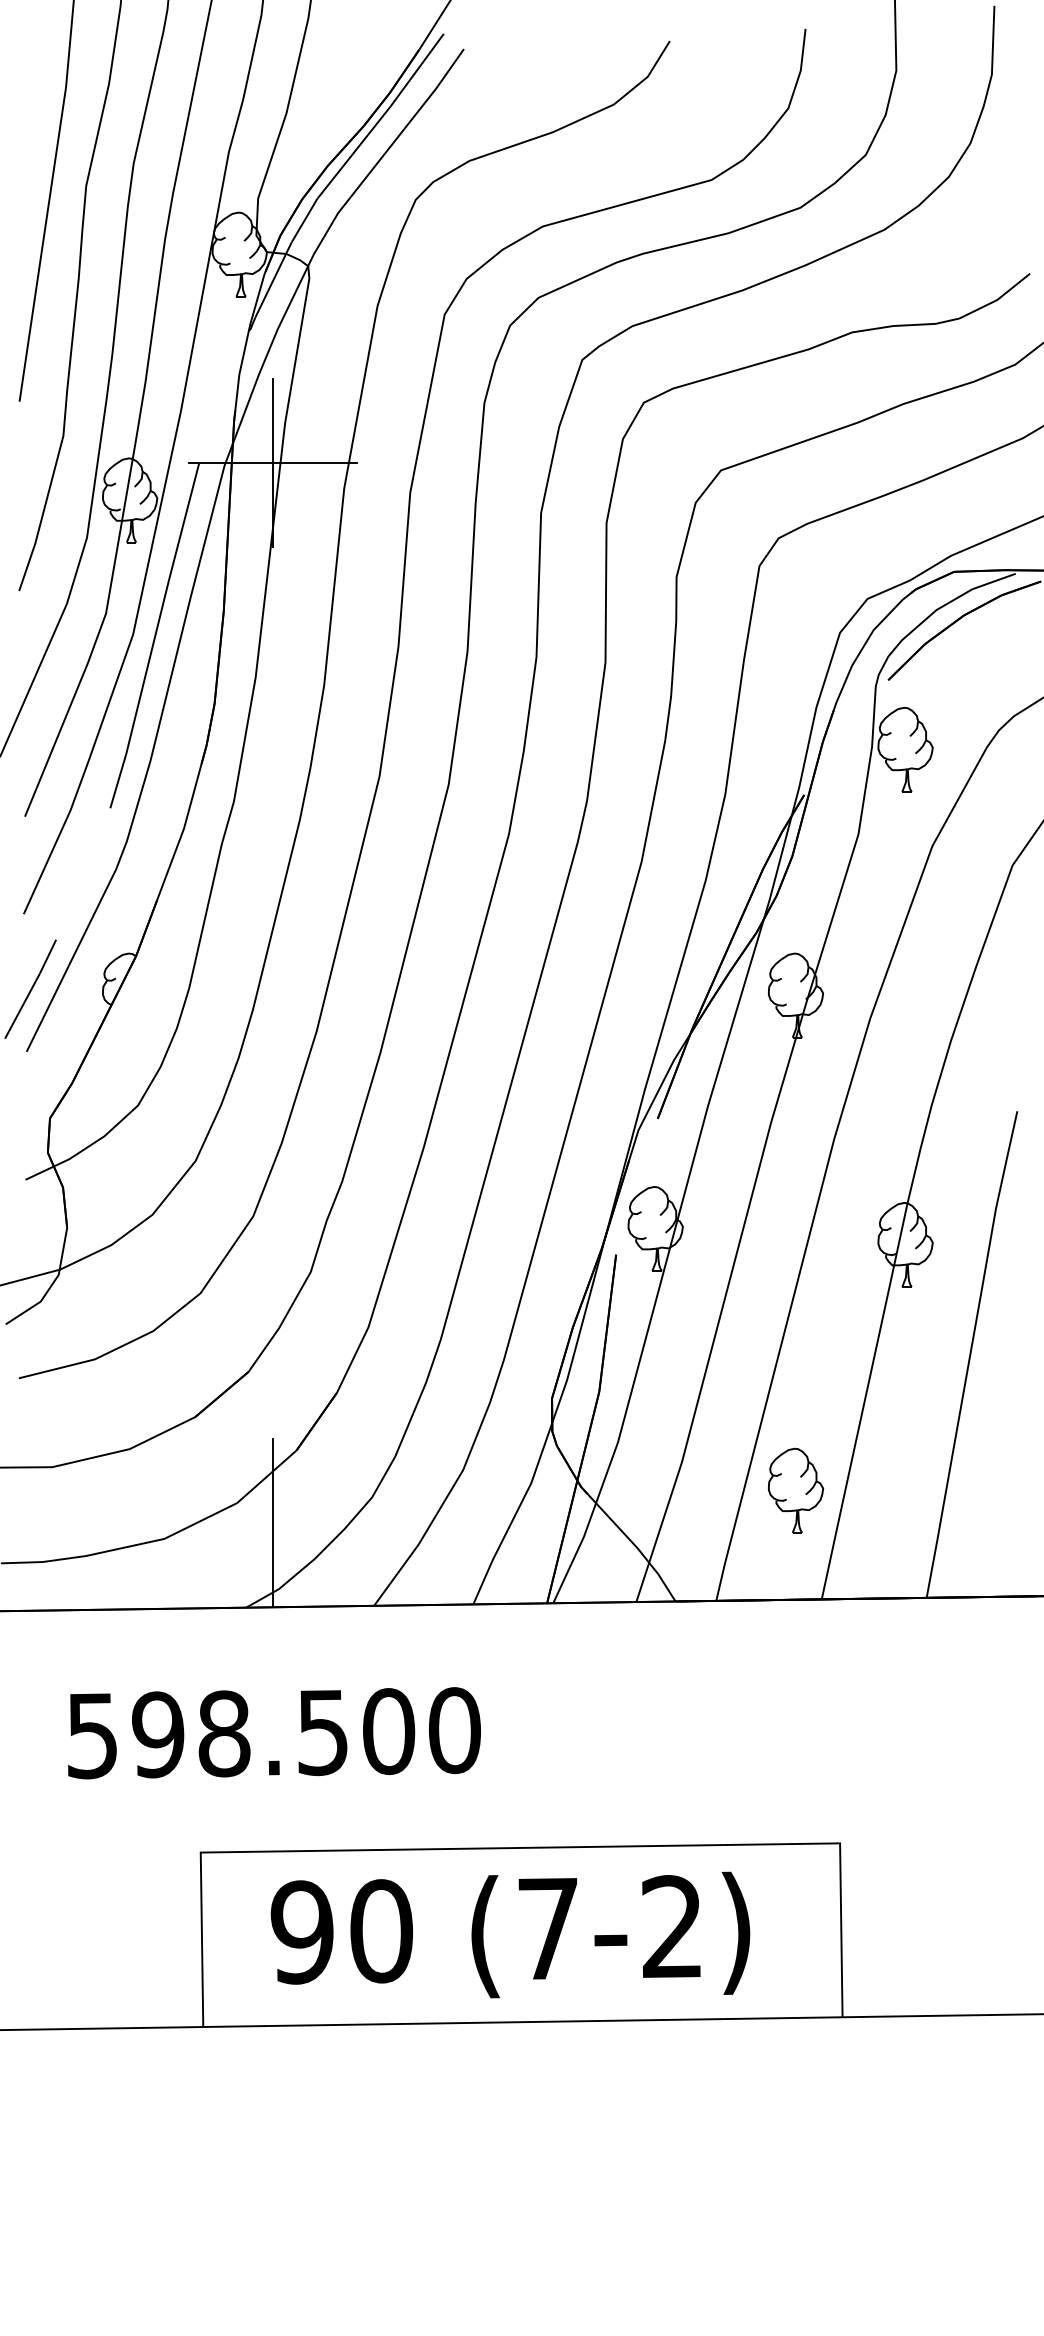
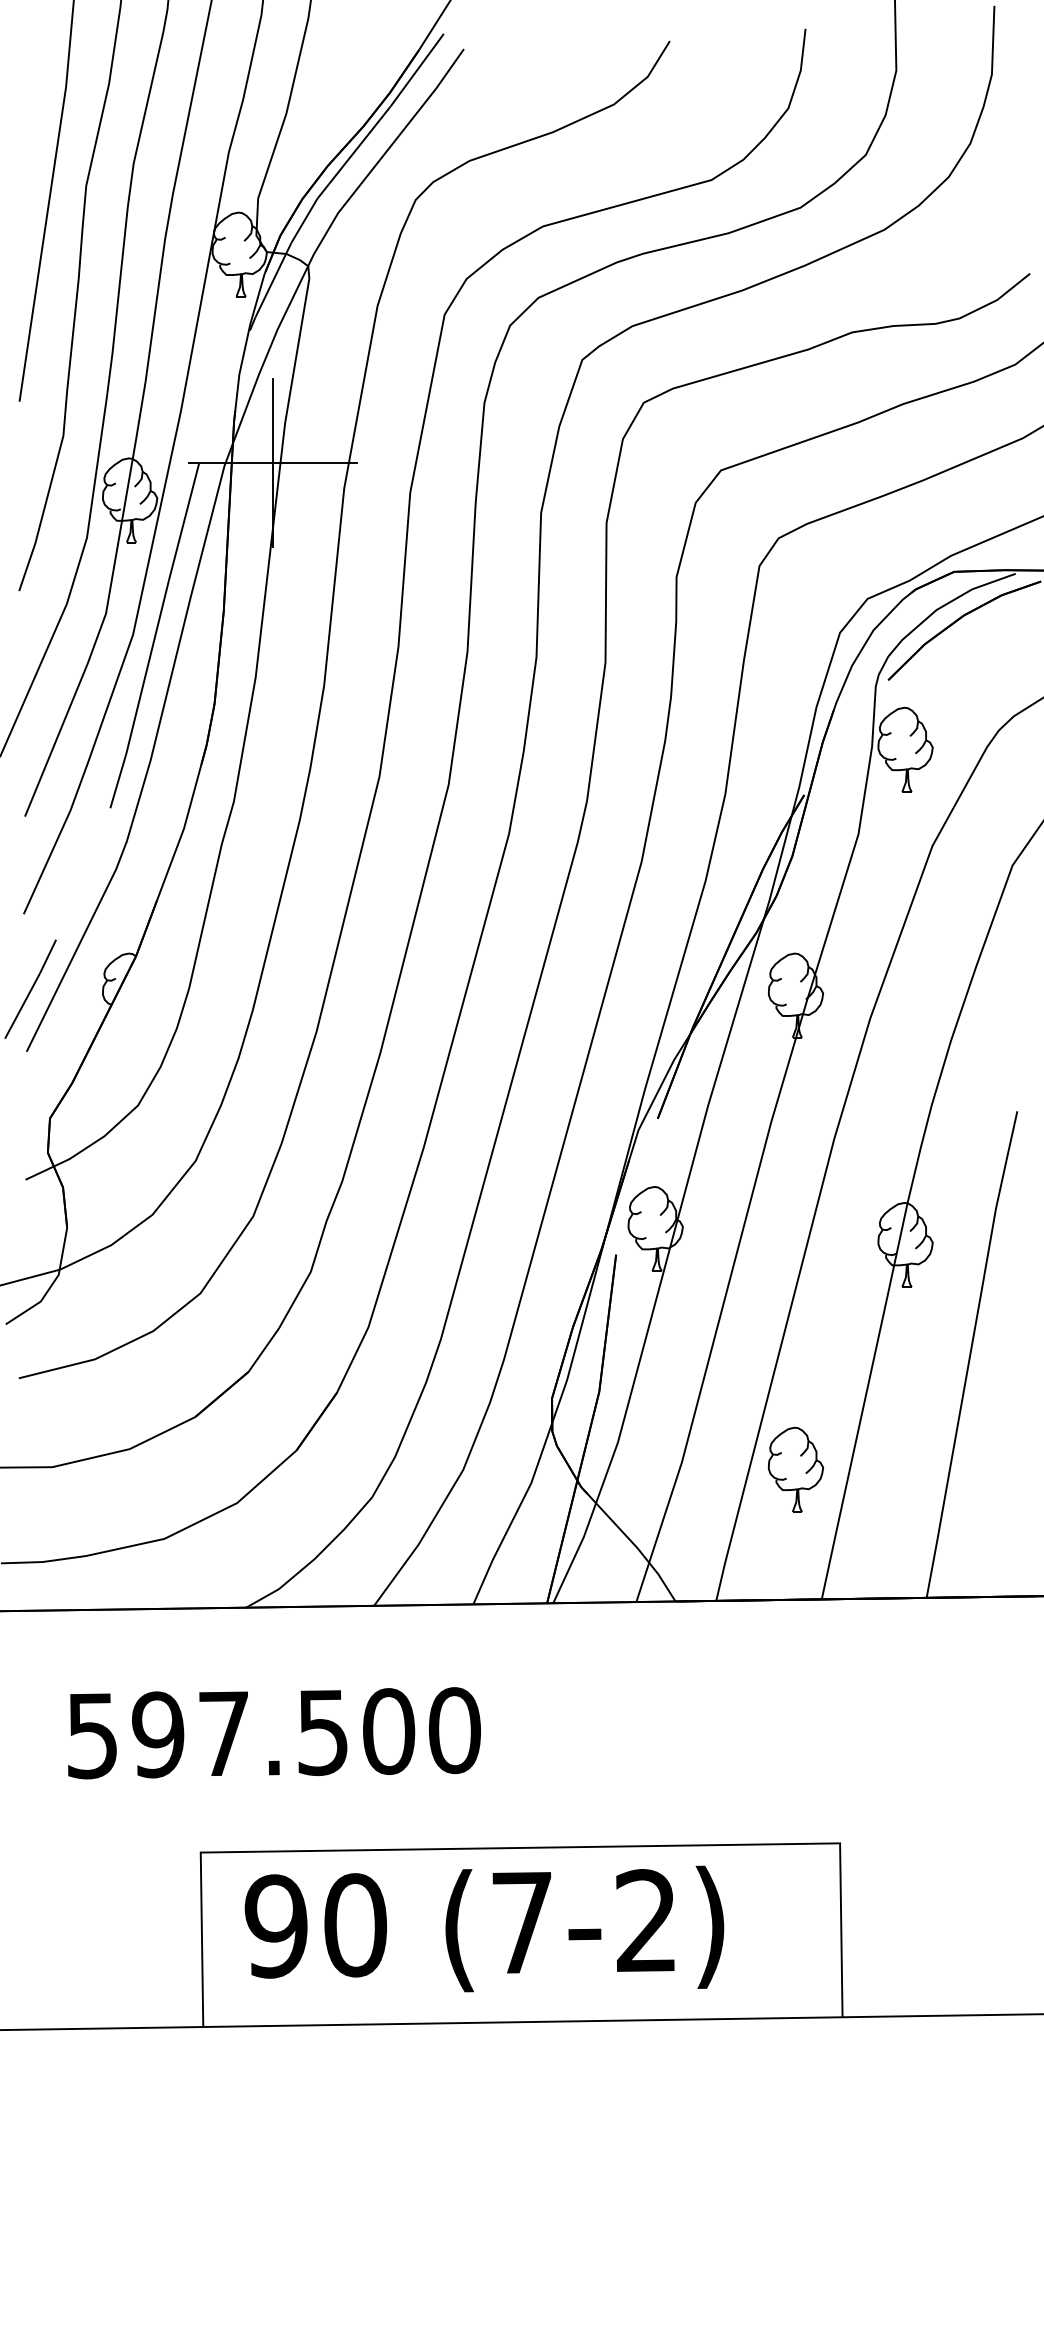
part at (796, 1490) position: (796, 1490) -> (796, 1469)
line at (273, 1523): present -> none
text at (224, 1733): 598.500 -> 597.500
text at (510, 1934) position: (510, 1934) -> (484, 1928)
